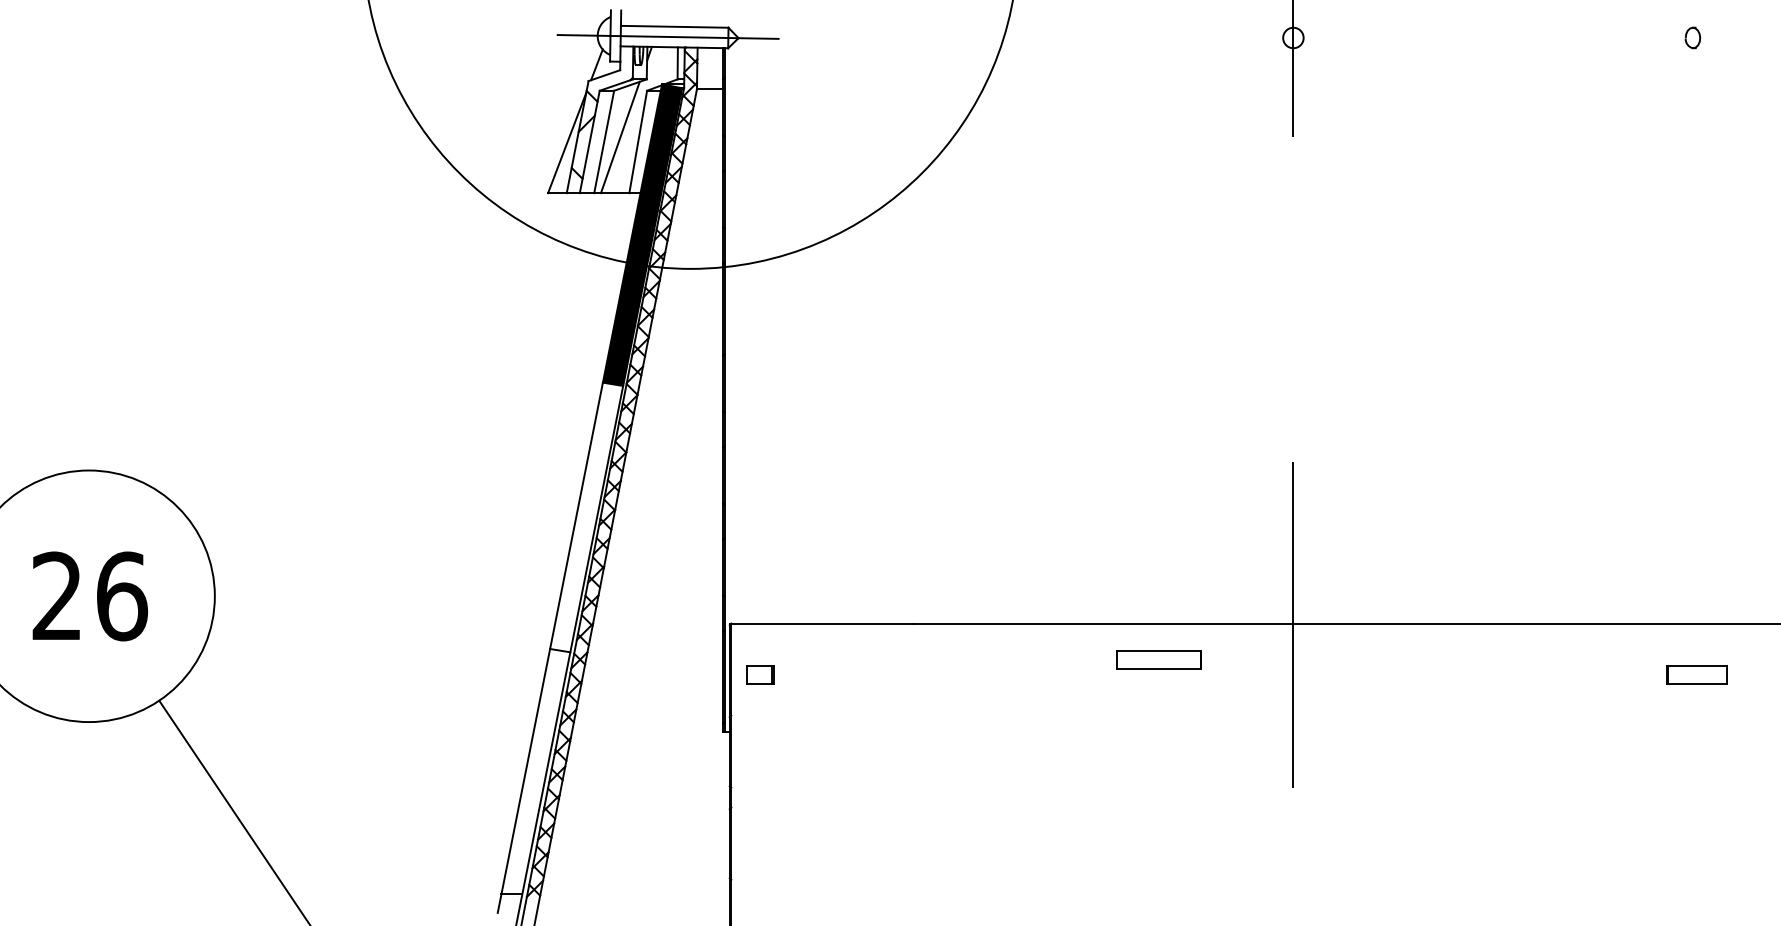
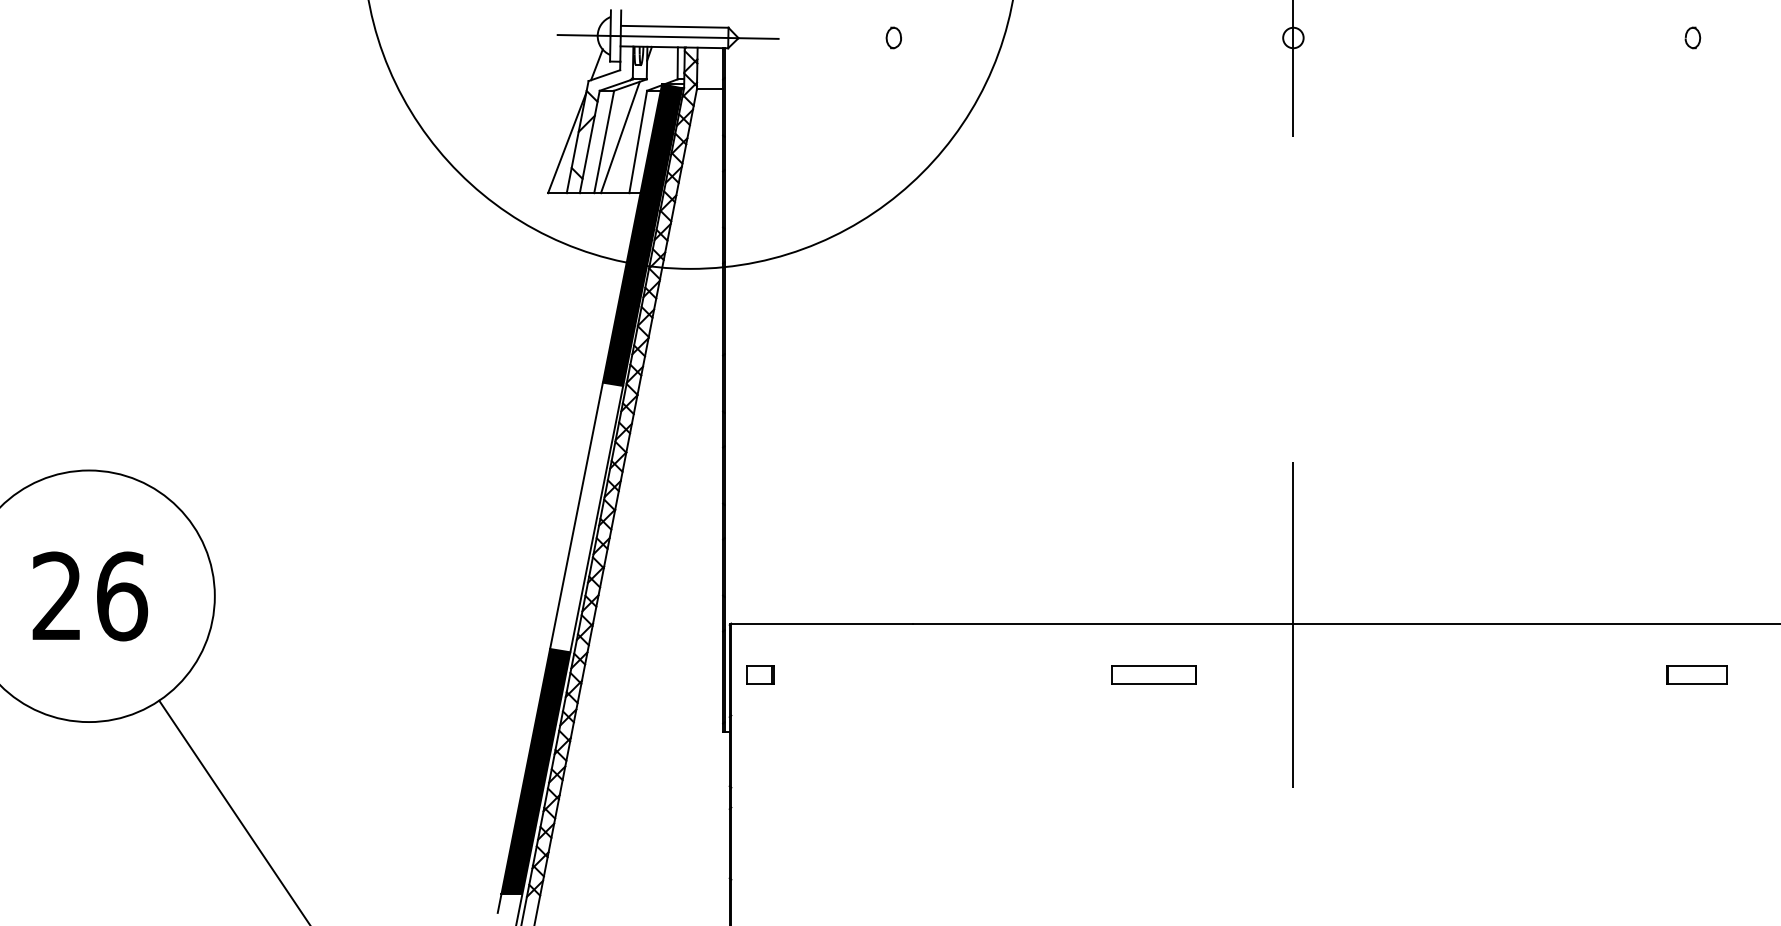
part at (893, 37): none -> present
part at (1158, 659) position: (1158, 659) -> (1153, 674)
fill at (535, 771): none -> present
